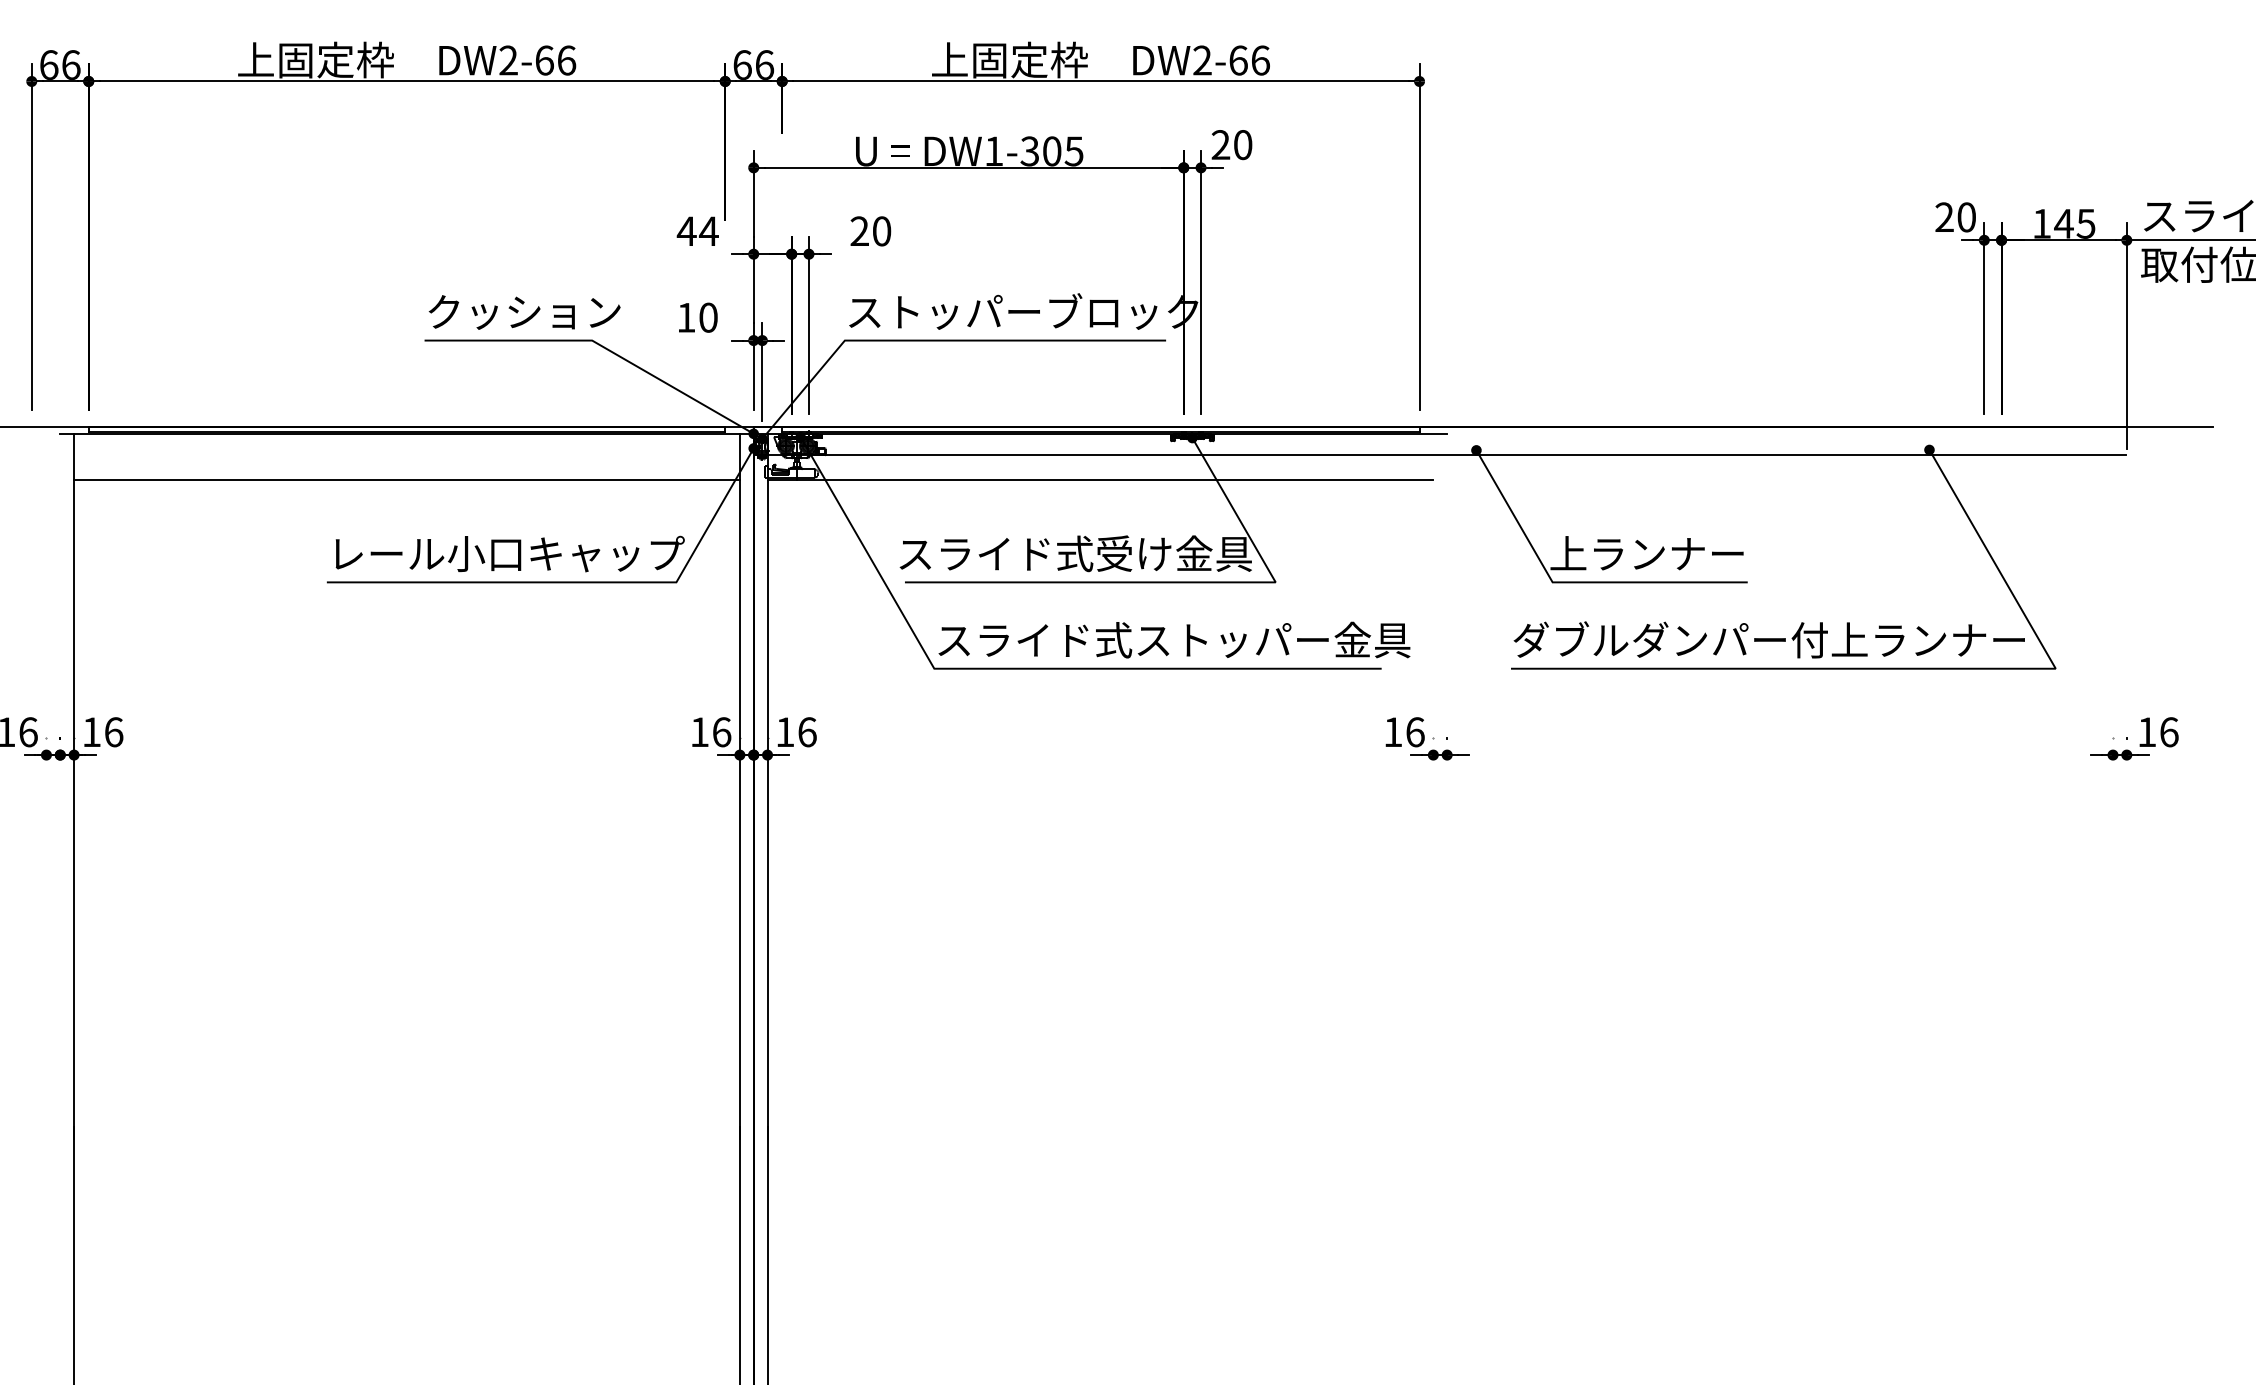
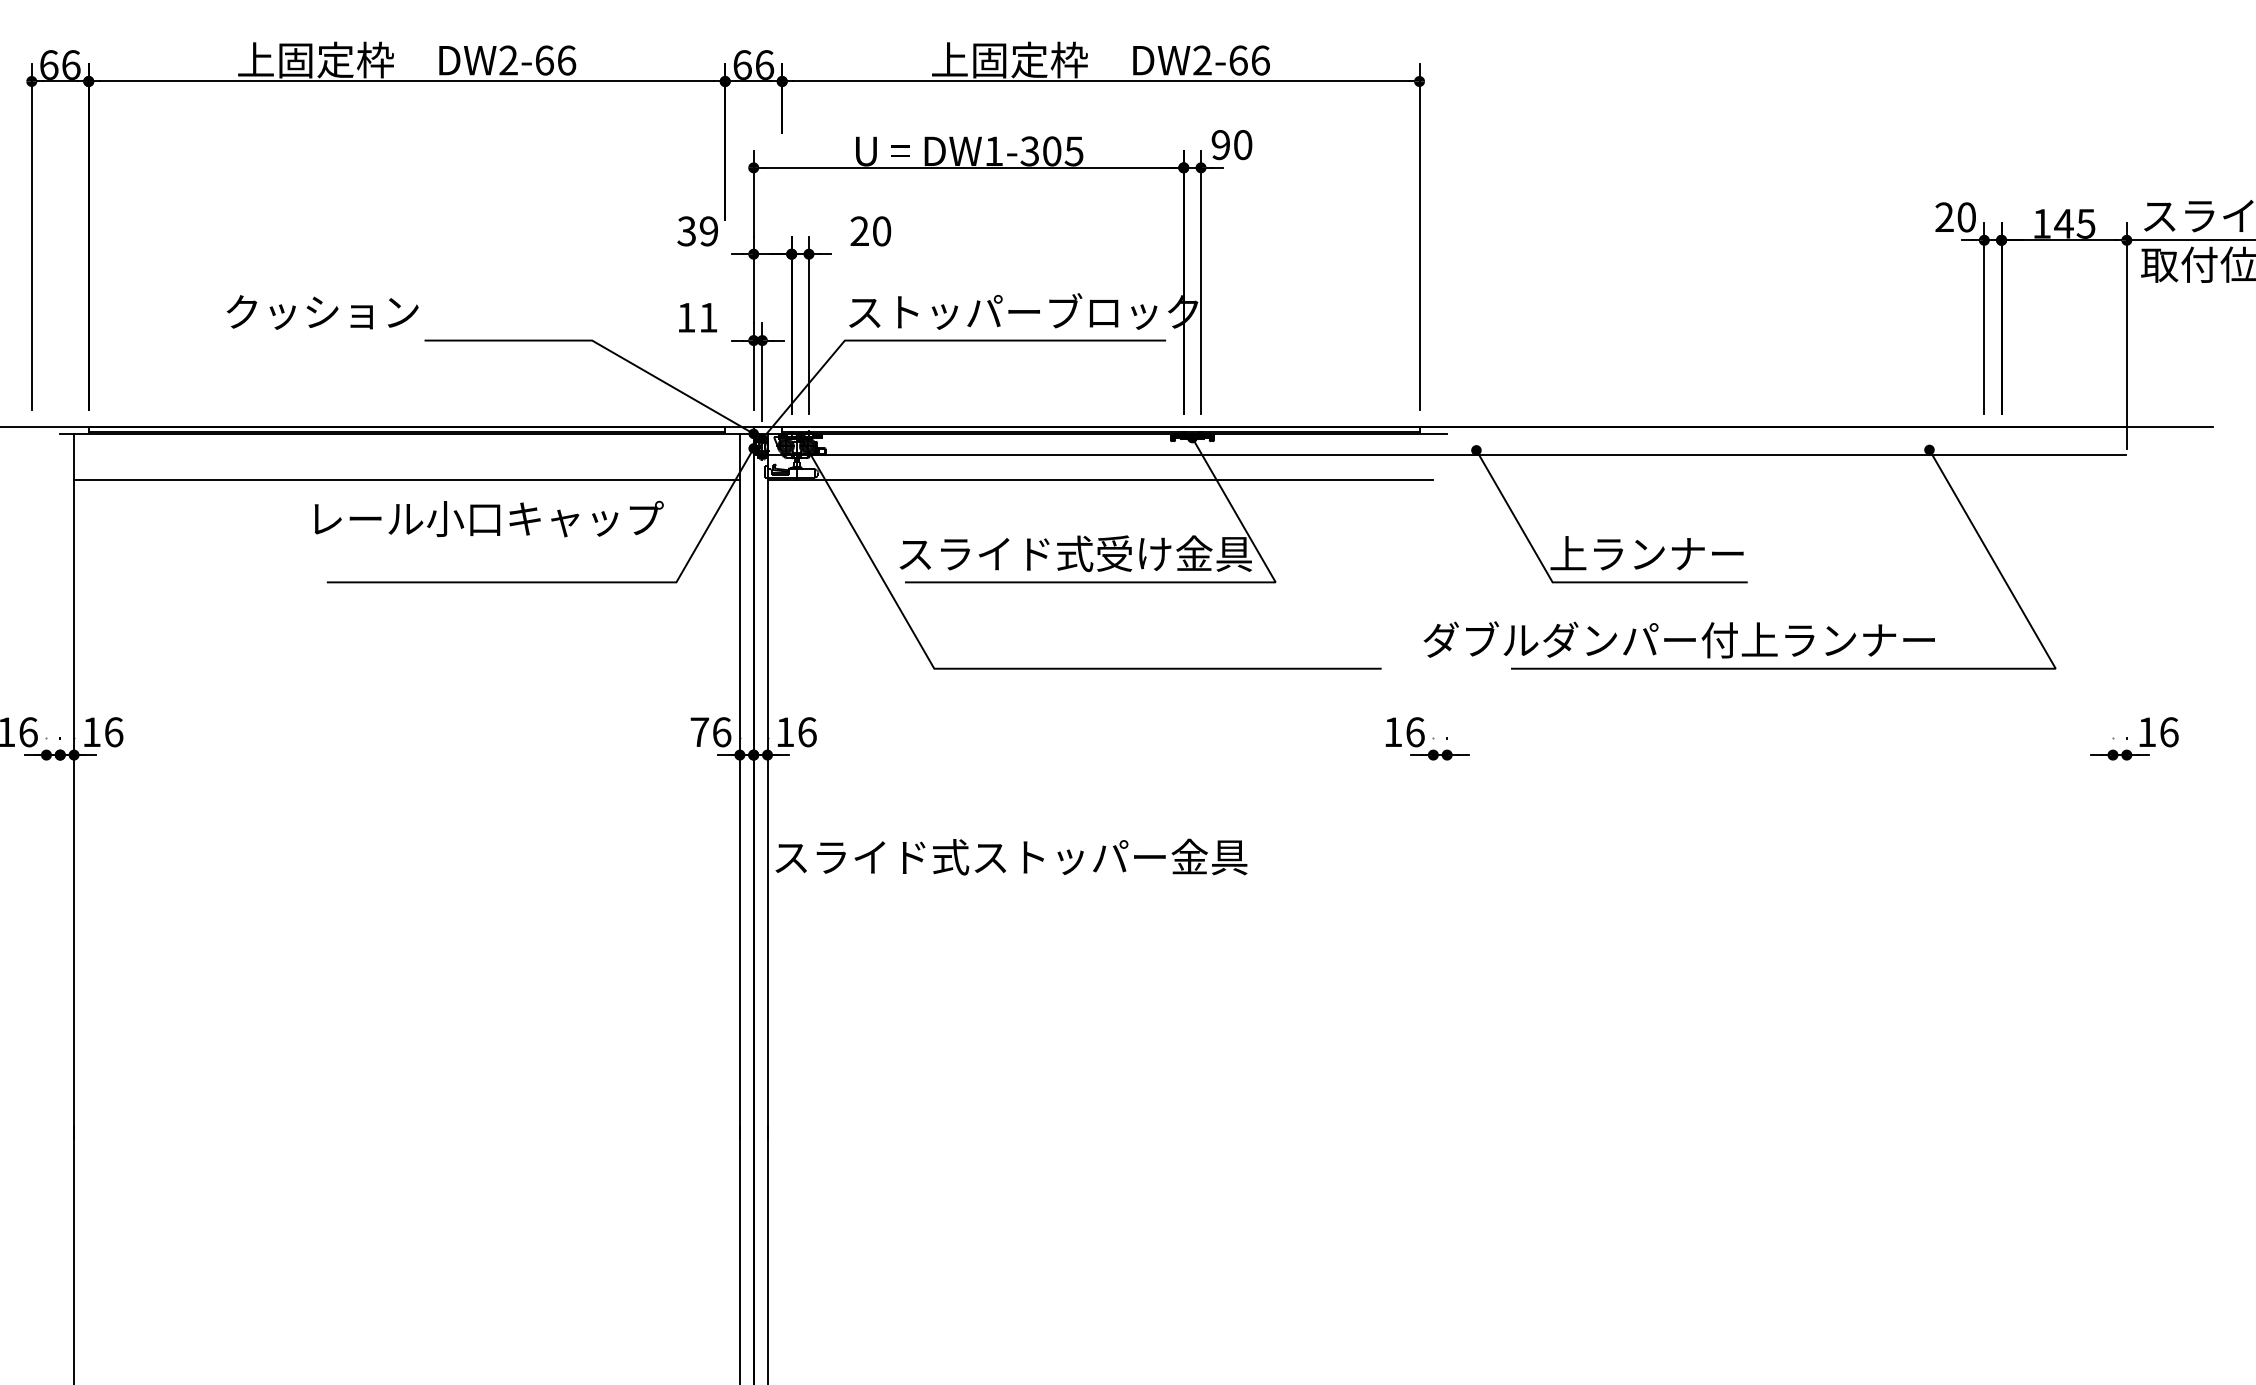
text at (1220, 145): 20 -> 90
text at (697, 231): 44 -> 39
text at (524, 312) position: (524, 312) -> (322, 312)
text at (708, 317): 10 -> 11
text at (509, 553) position: (509, 553) -> (488, 518)
text at (1174, 639) position: (1174, 639) -> (1011, 856)
text at (1768, 639) position: (1768, 639) -> (1678, 639)
text at (699, 731): 16 -> 76
